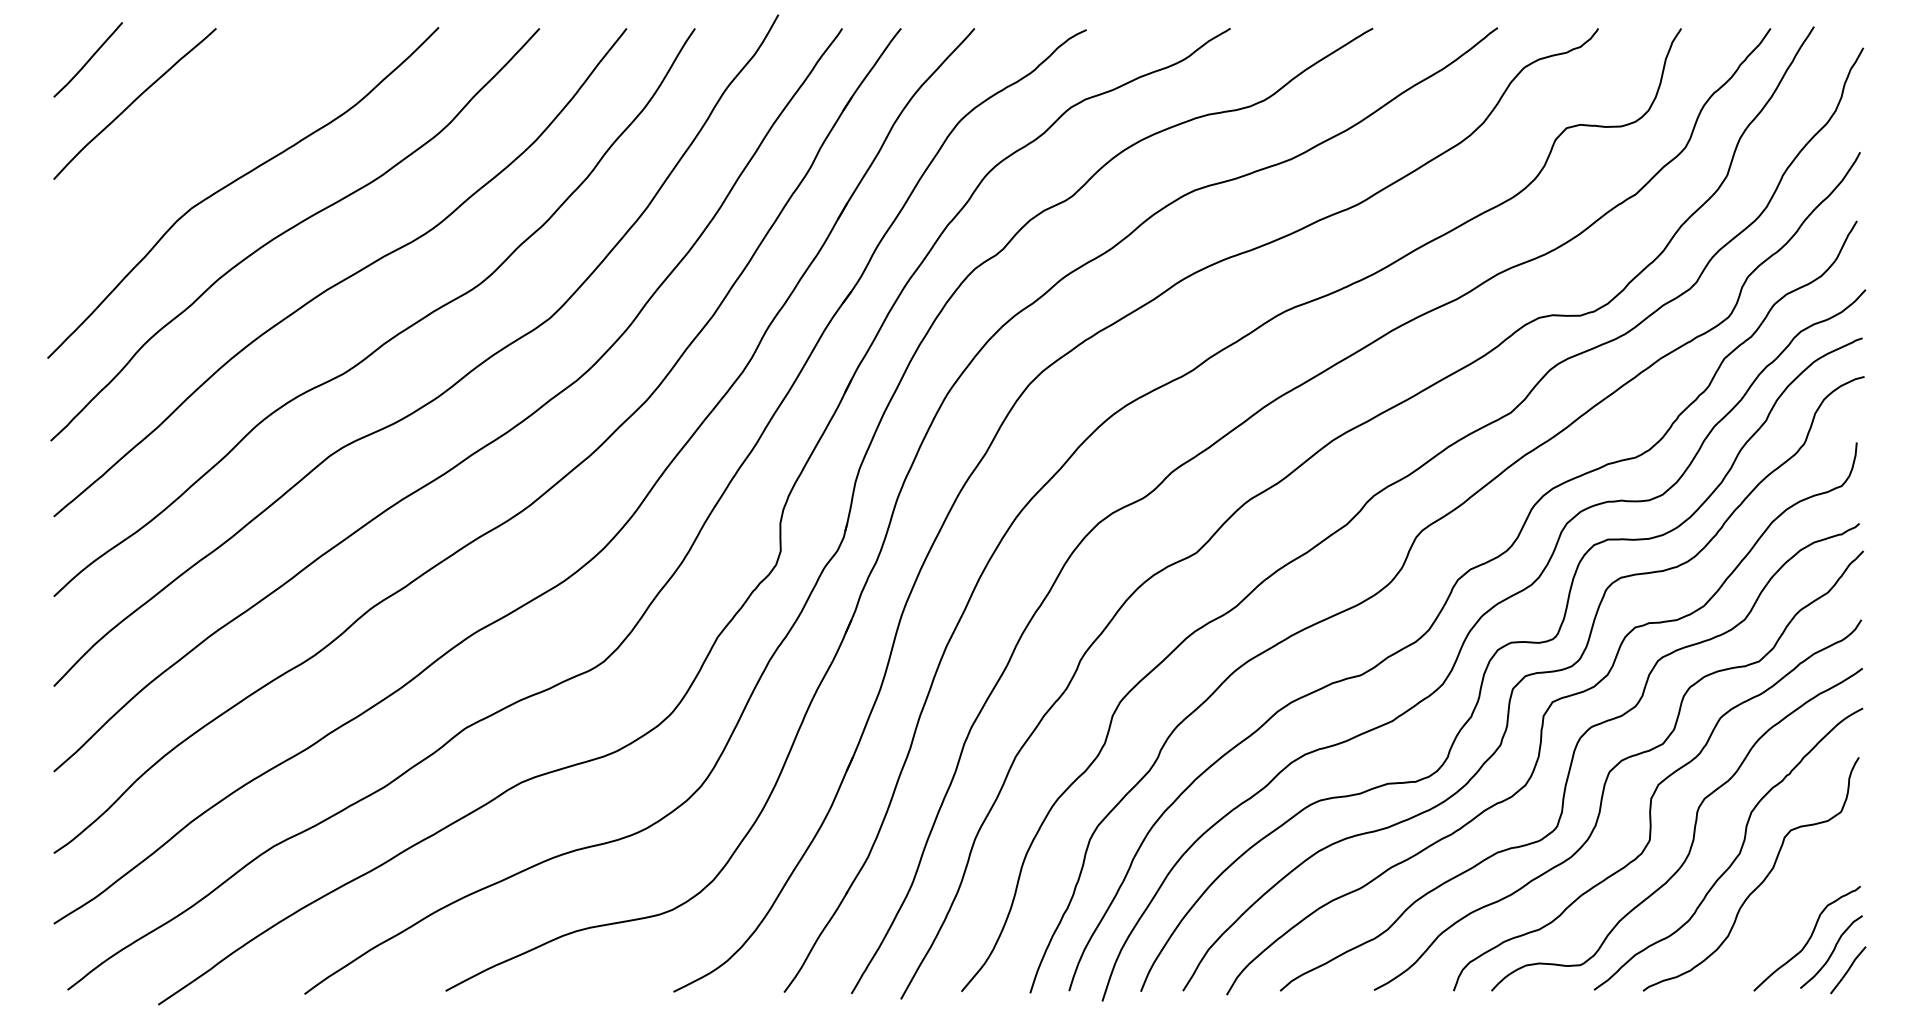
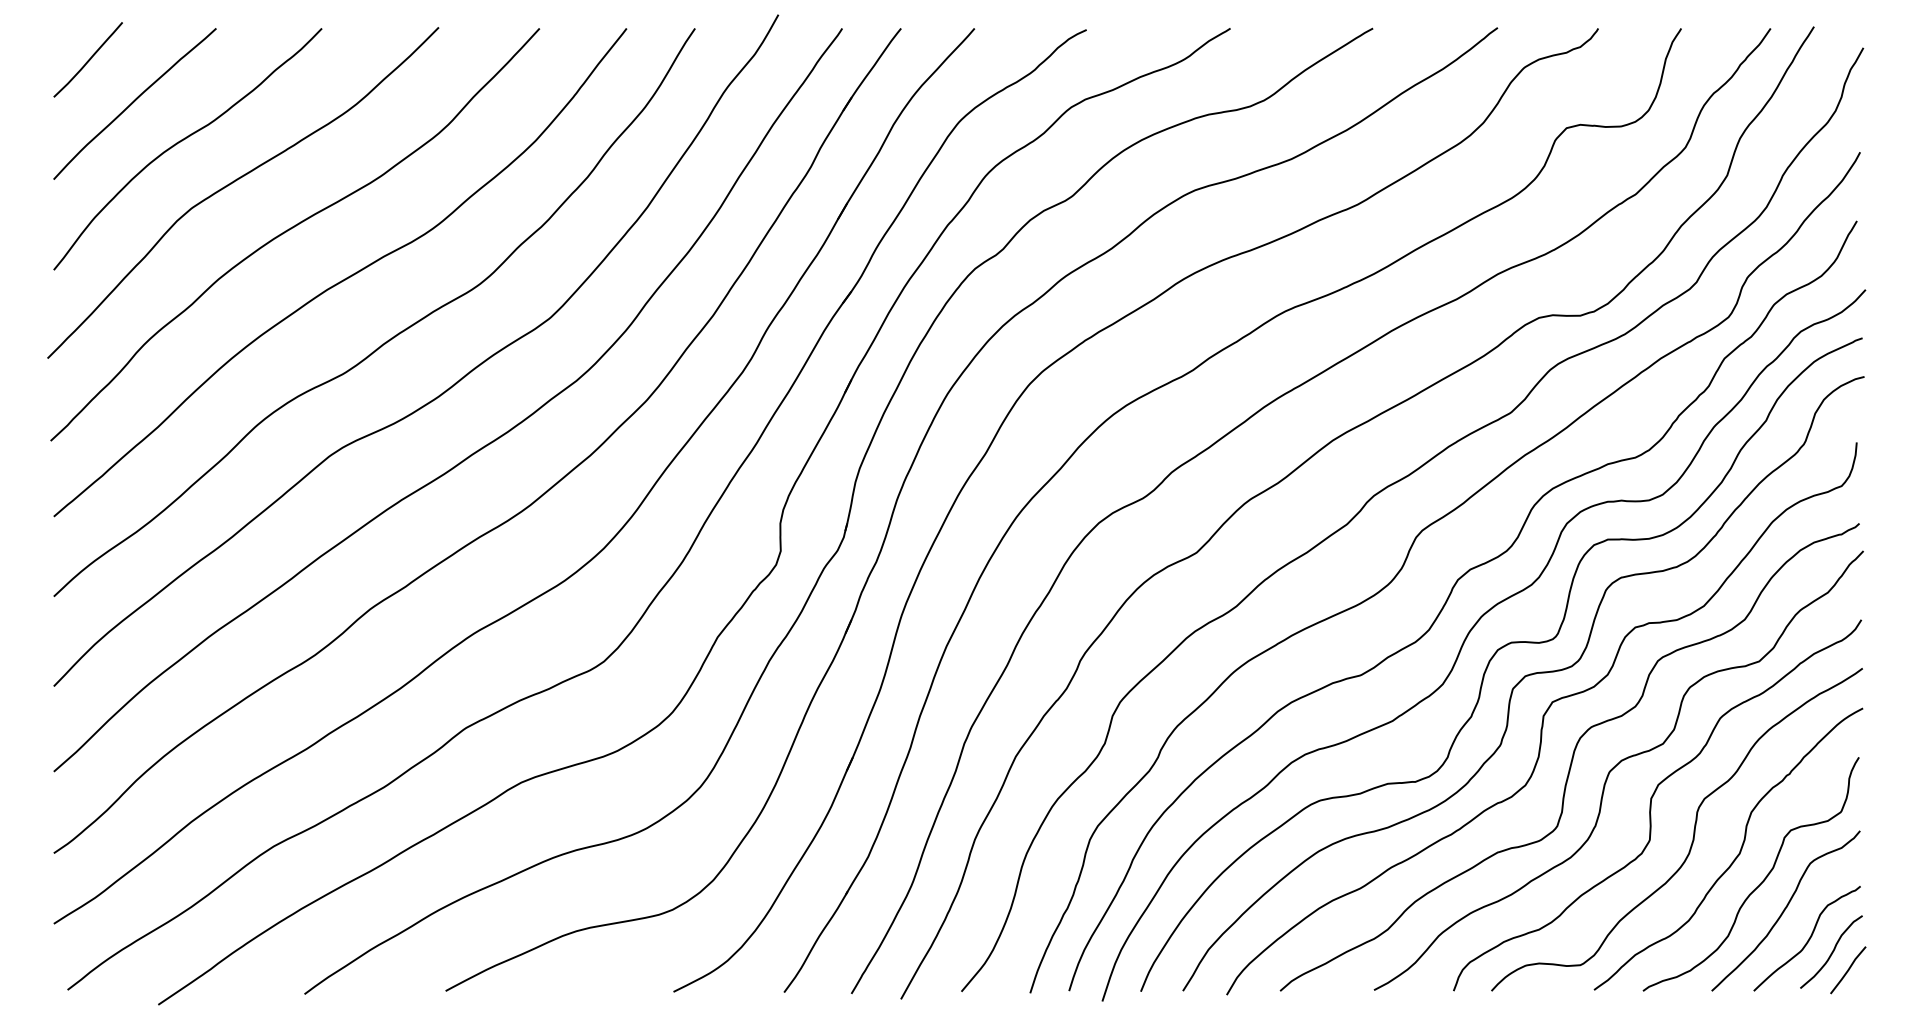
curve at (182, 141): none -> present
curve at (1785, 910): none -> present
